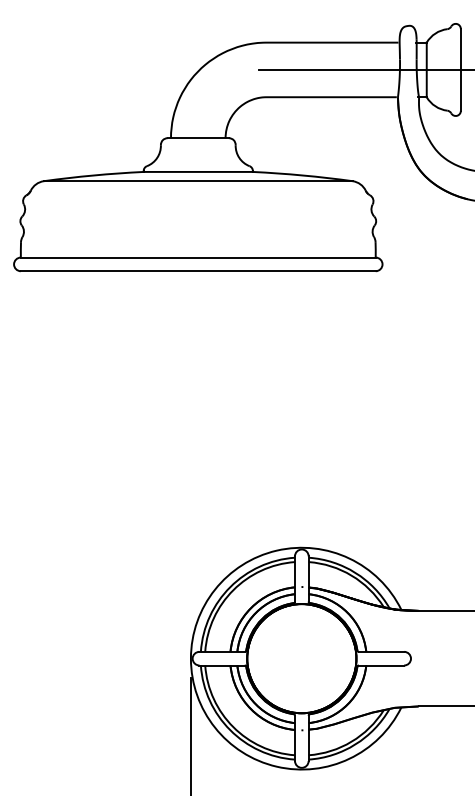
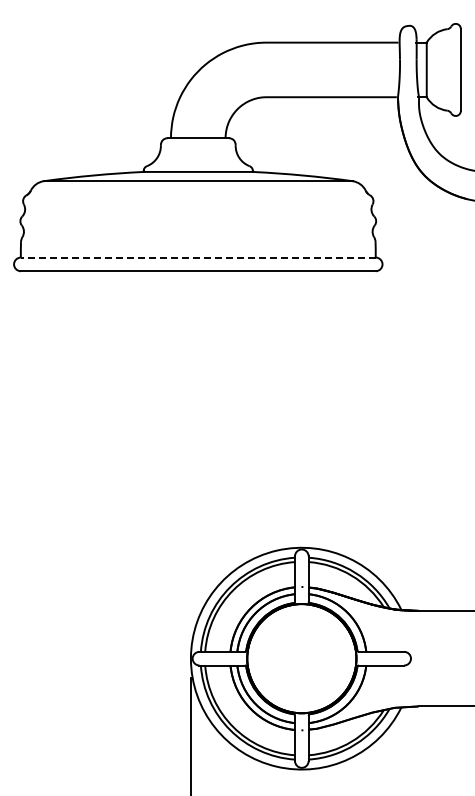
line at (365, 70): present -> none
line at (197, 257): solid -> dashed
